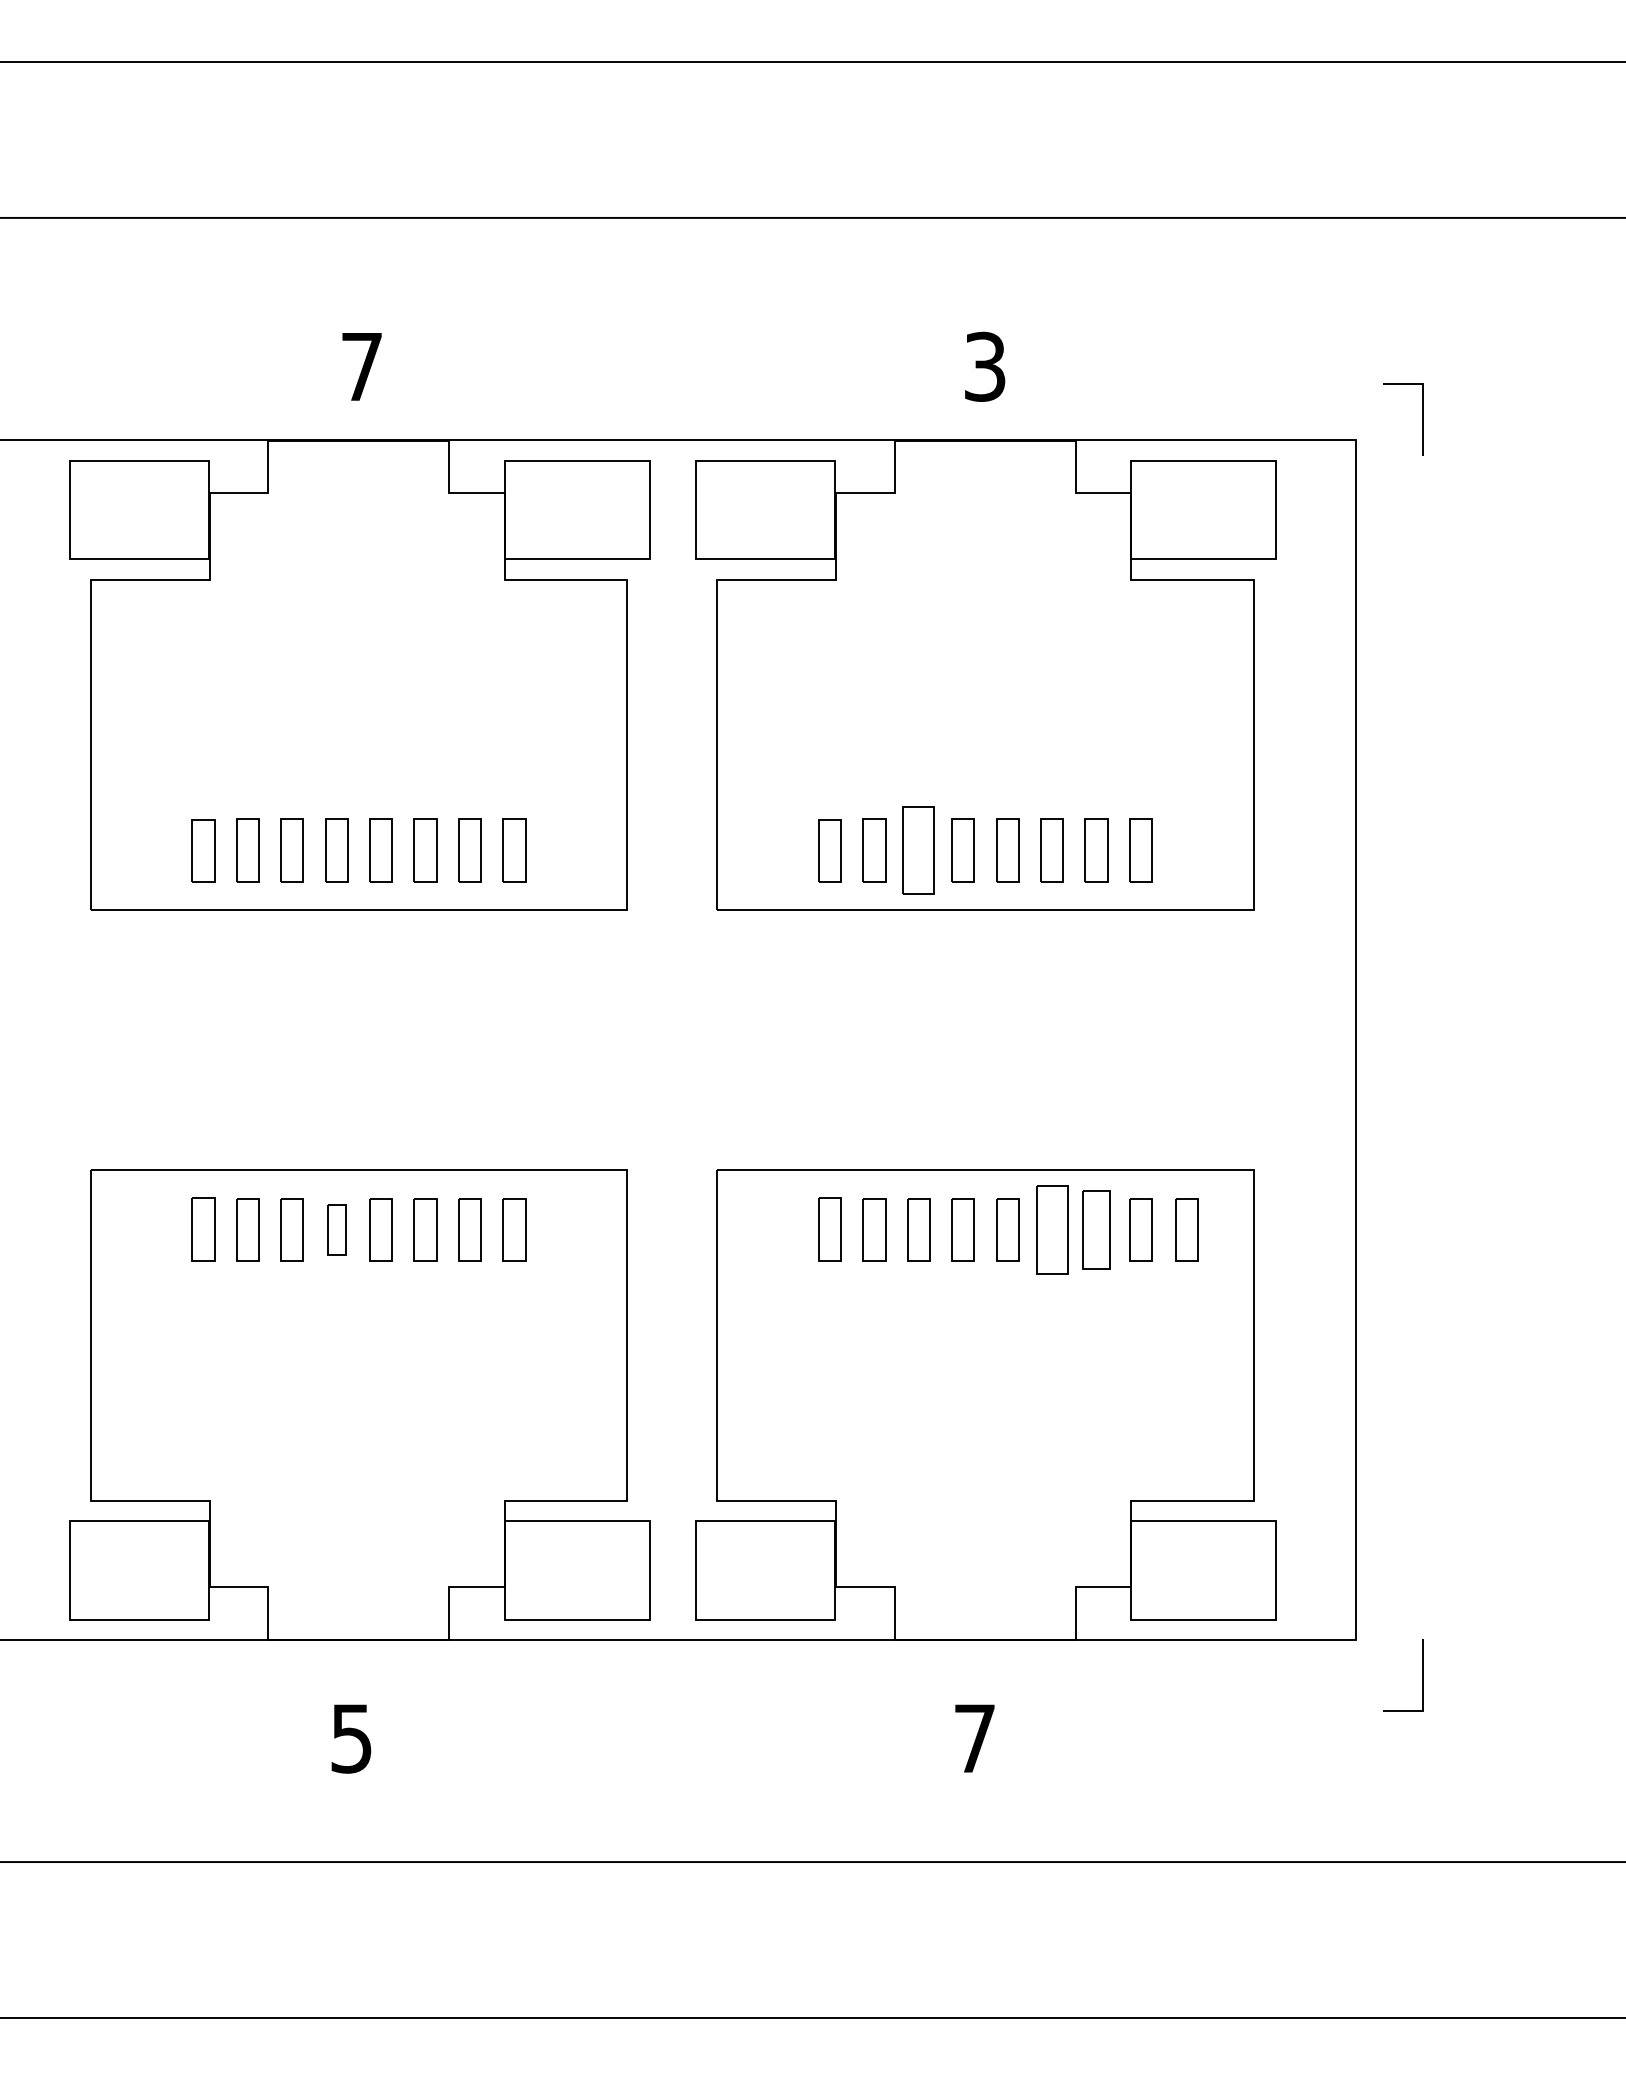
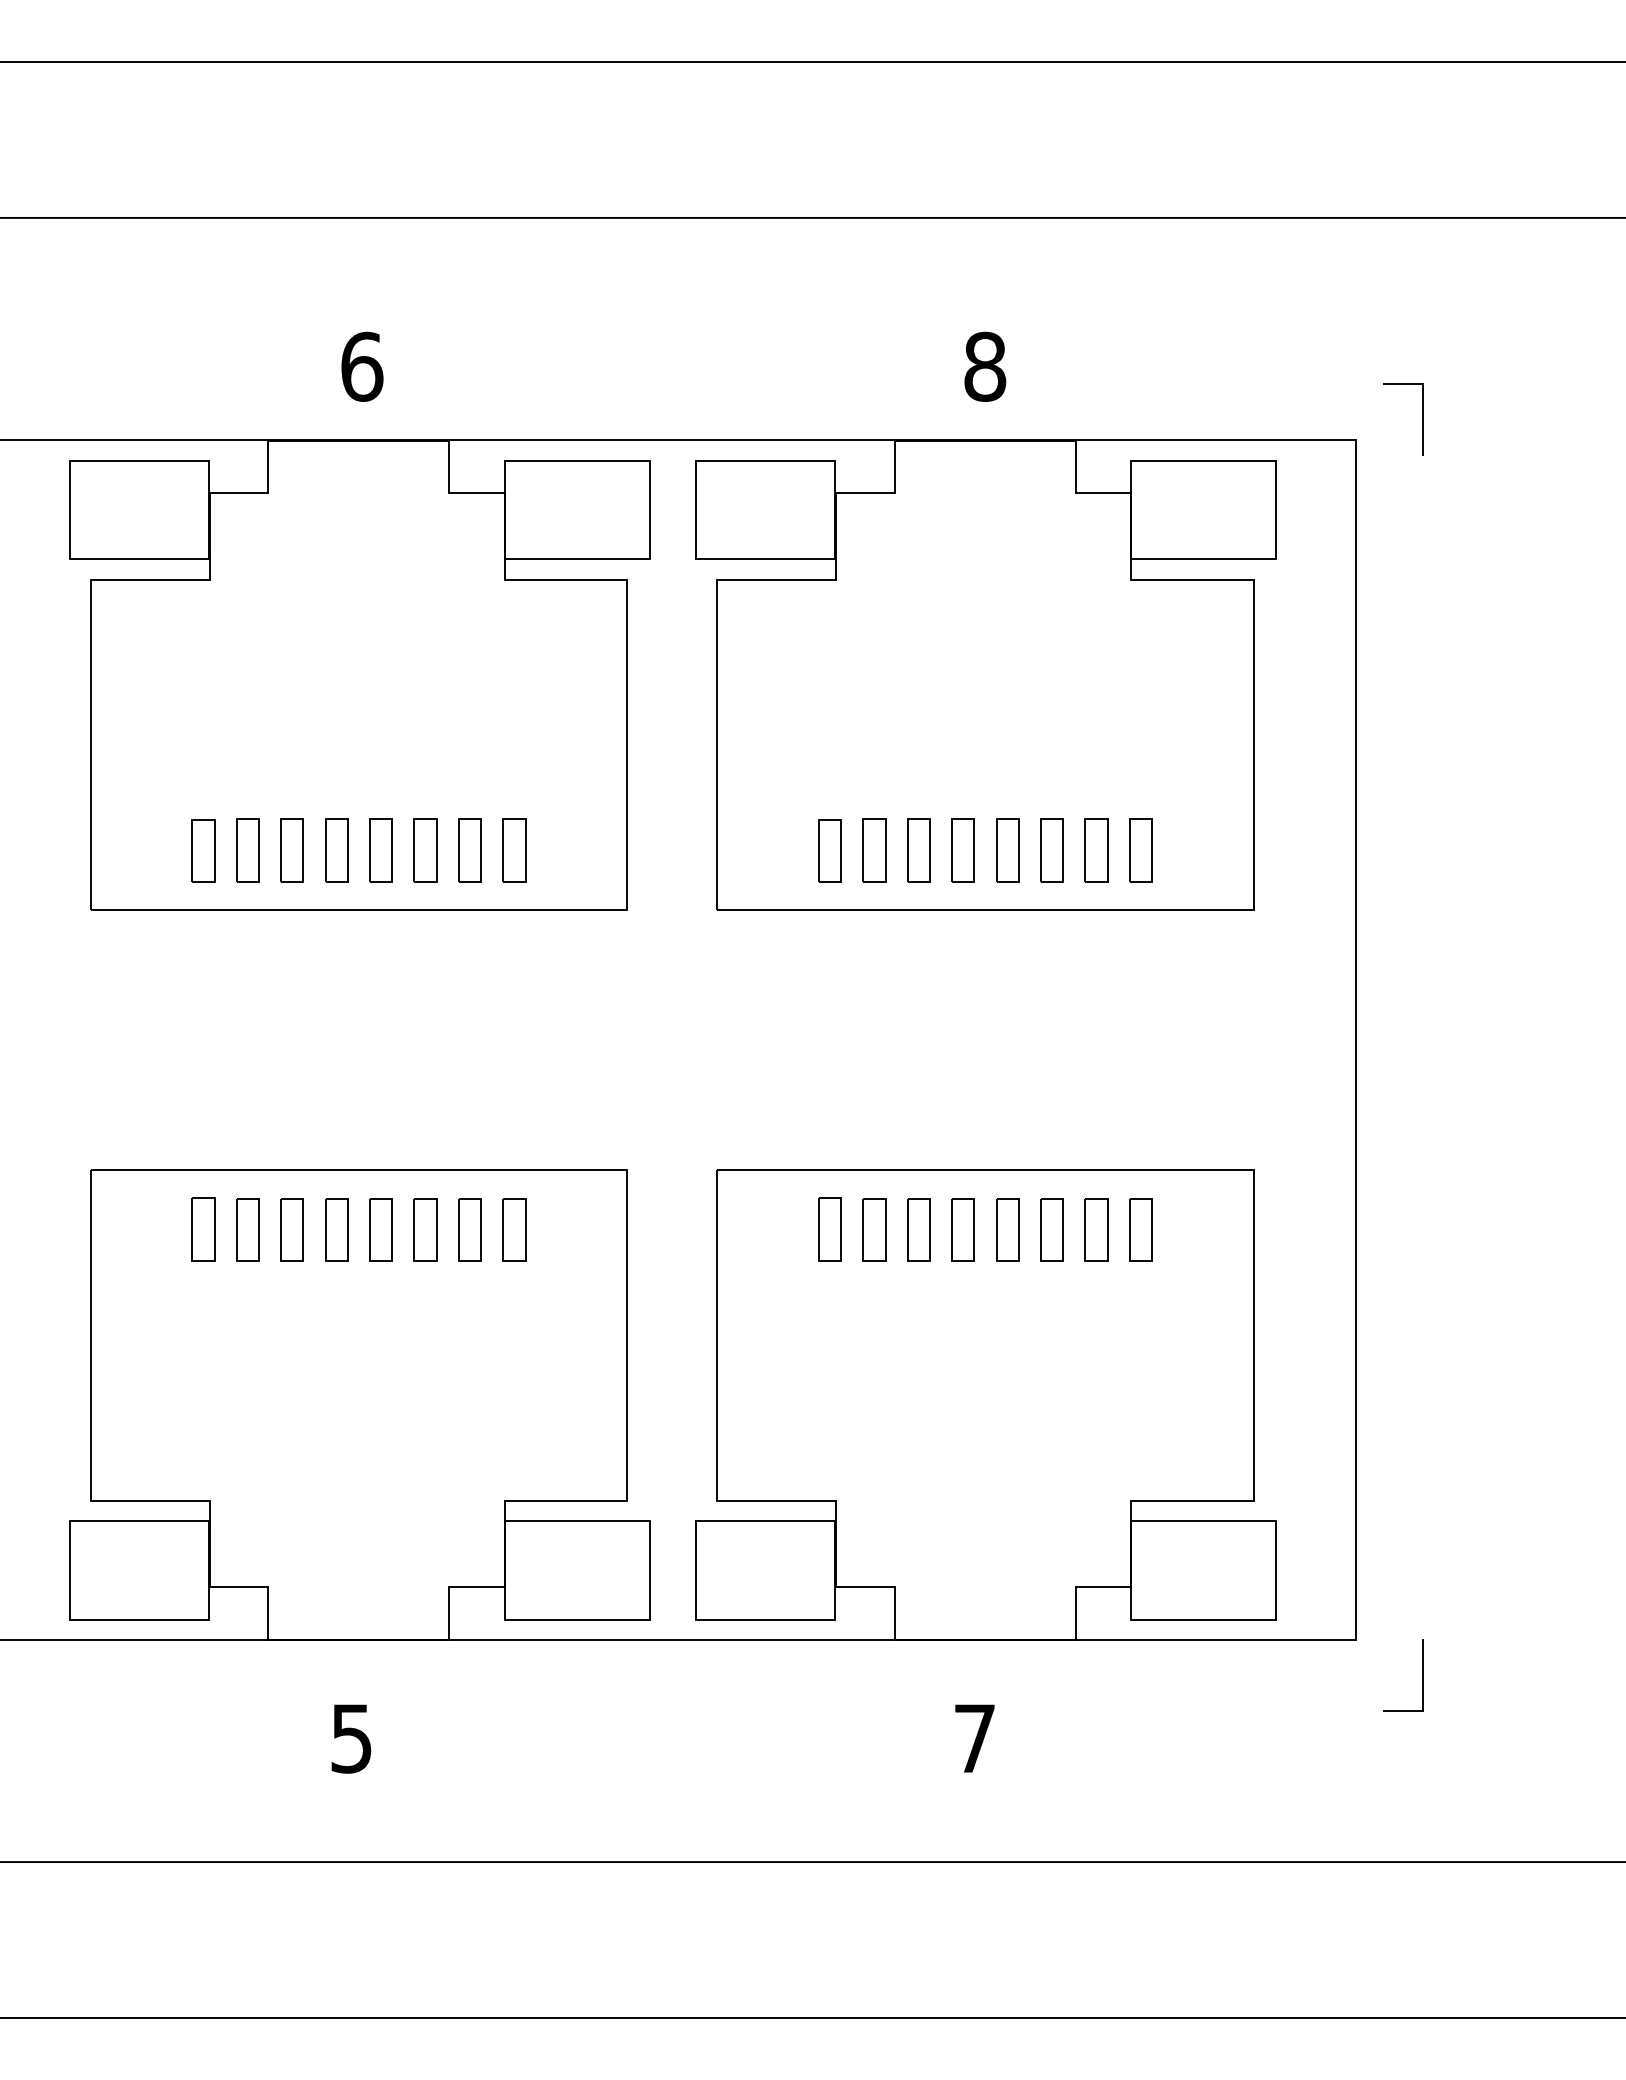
text at (362, 366): 7 -> 6
text at (985, 366): 3 -> 8
part at (918, 850) size: 33x89 px -> 24x65 px
part at (336, 1229) size: 20x52 px -> 24x64 px
part at (1052, 1229) size: 33x90 px -> 24x64 px
part at (1096, 1229) size: 29x80 px -> 25x64 px
part at (1186, 1229): present -> none
